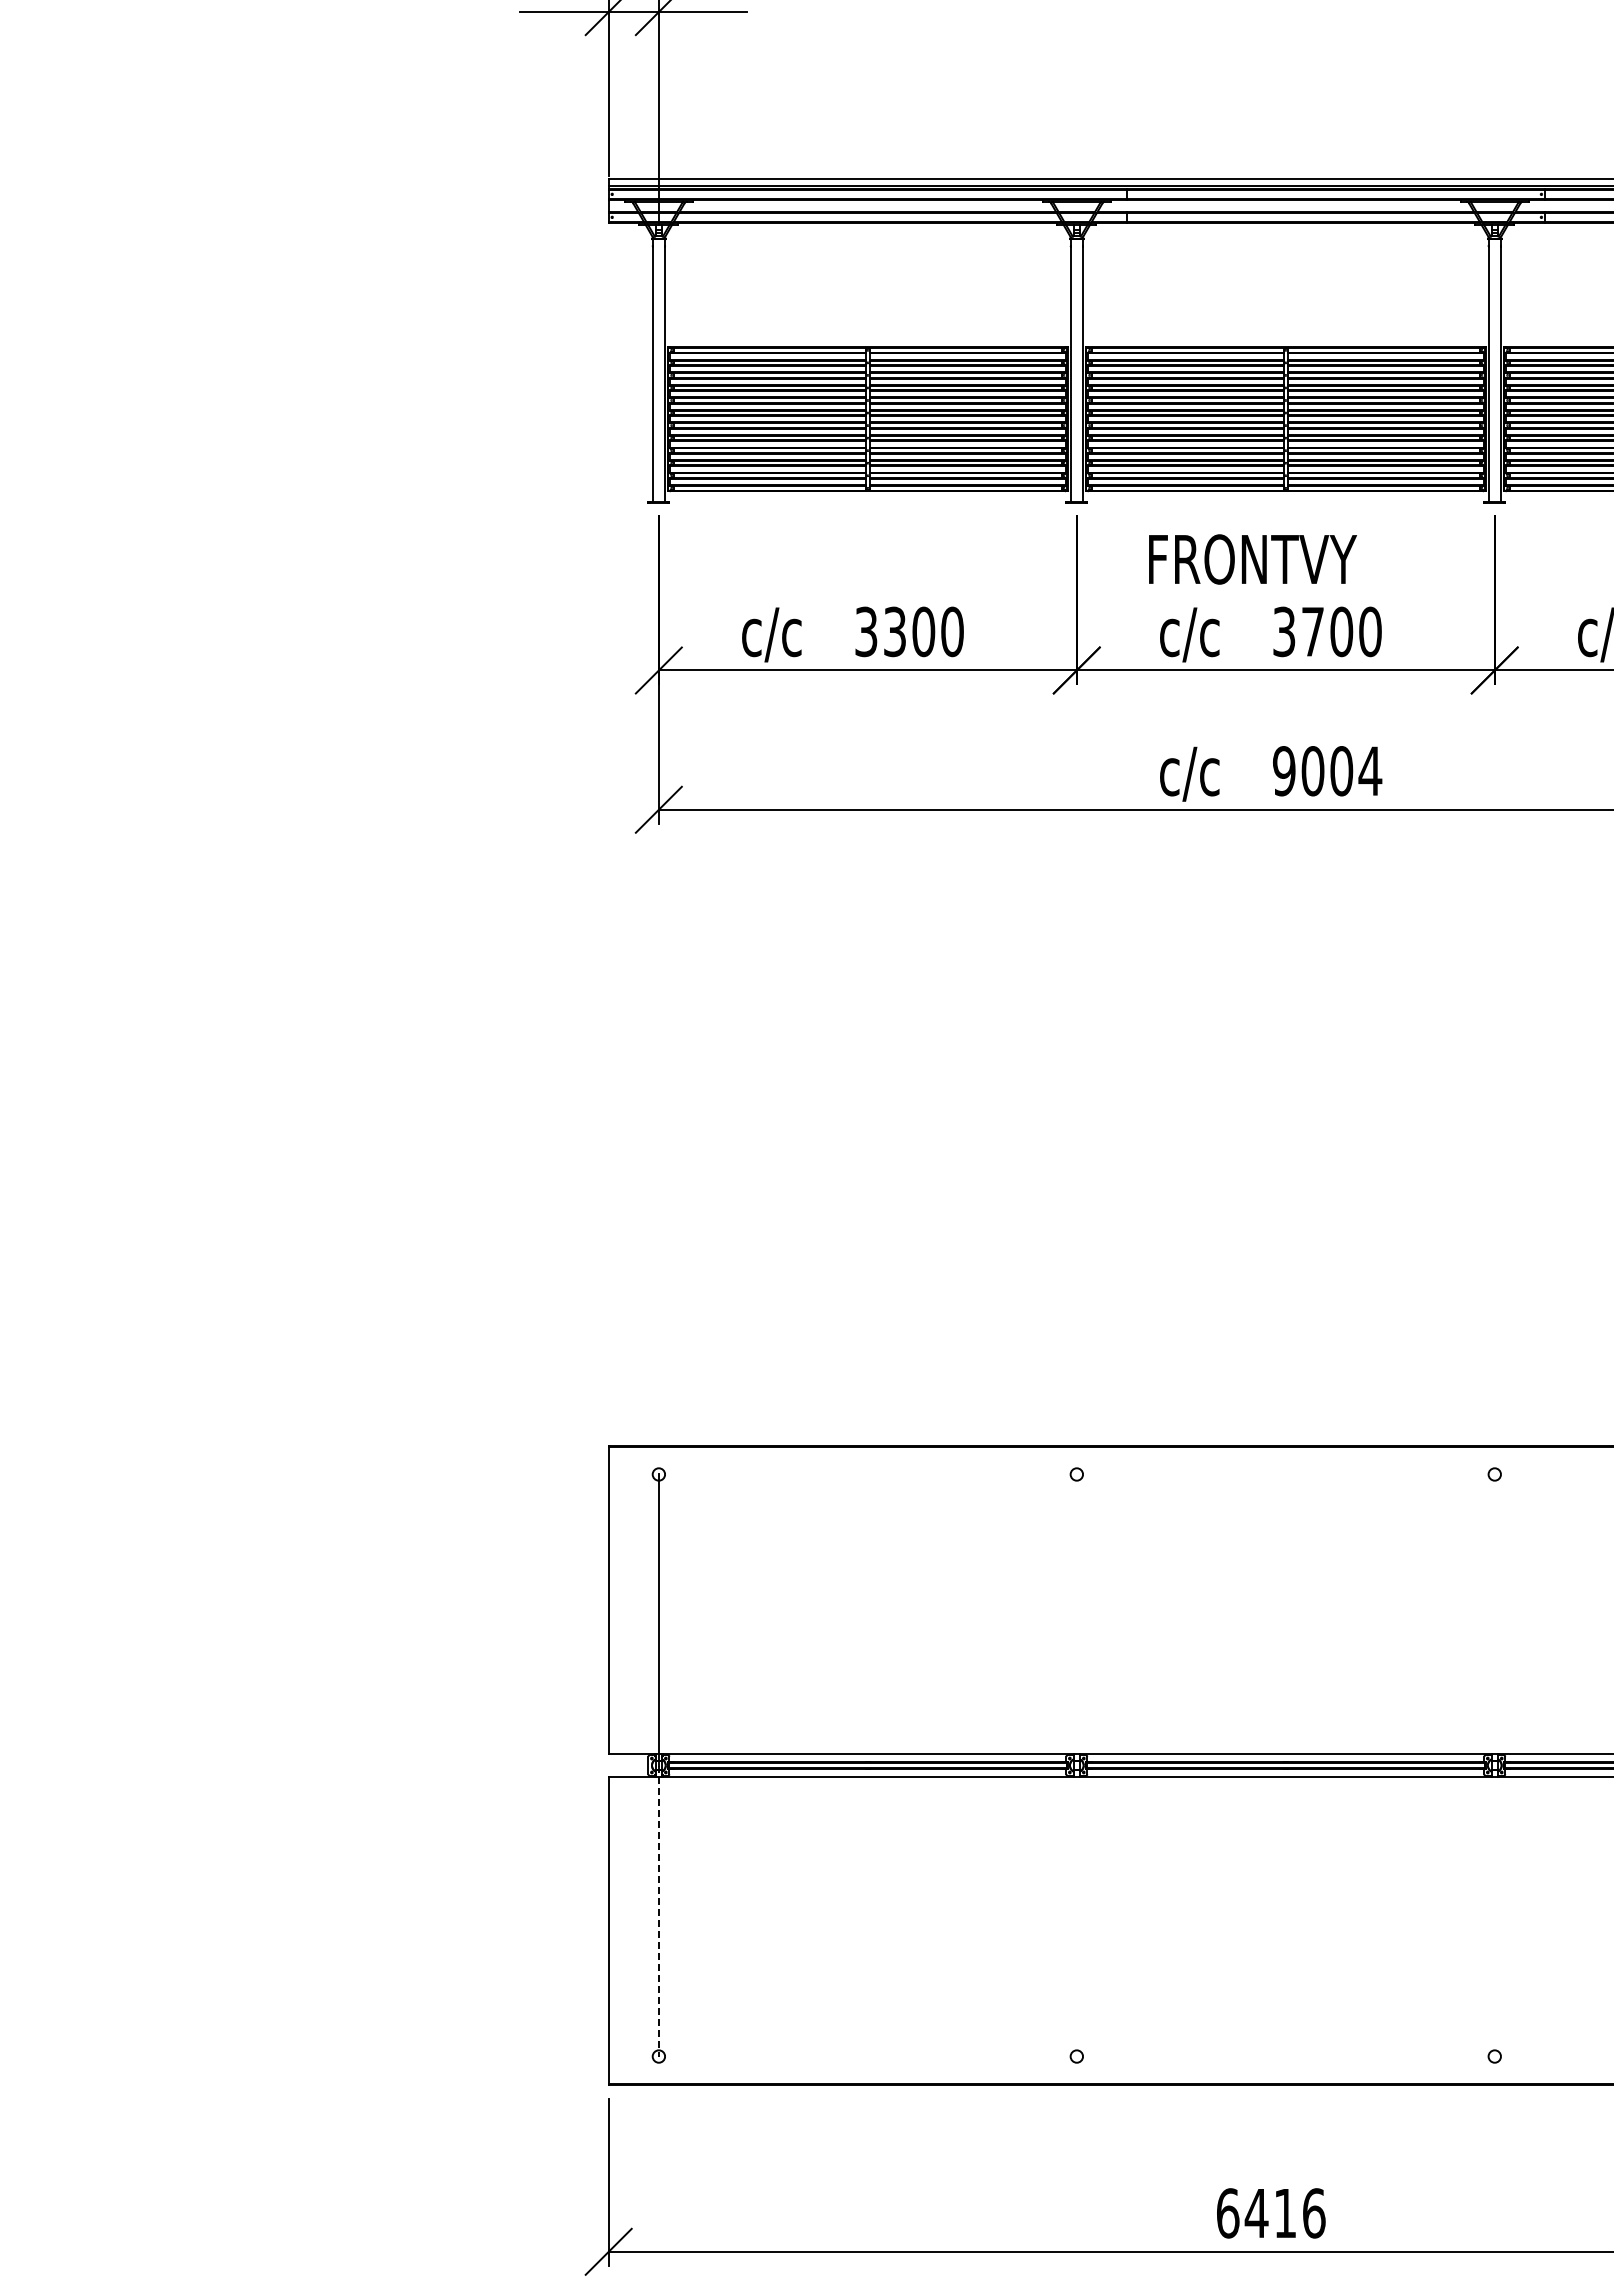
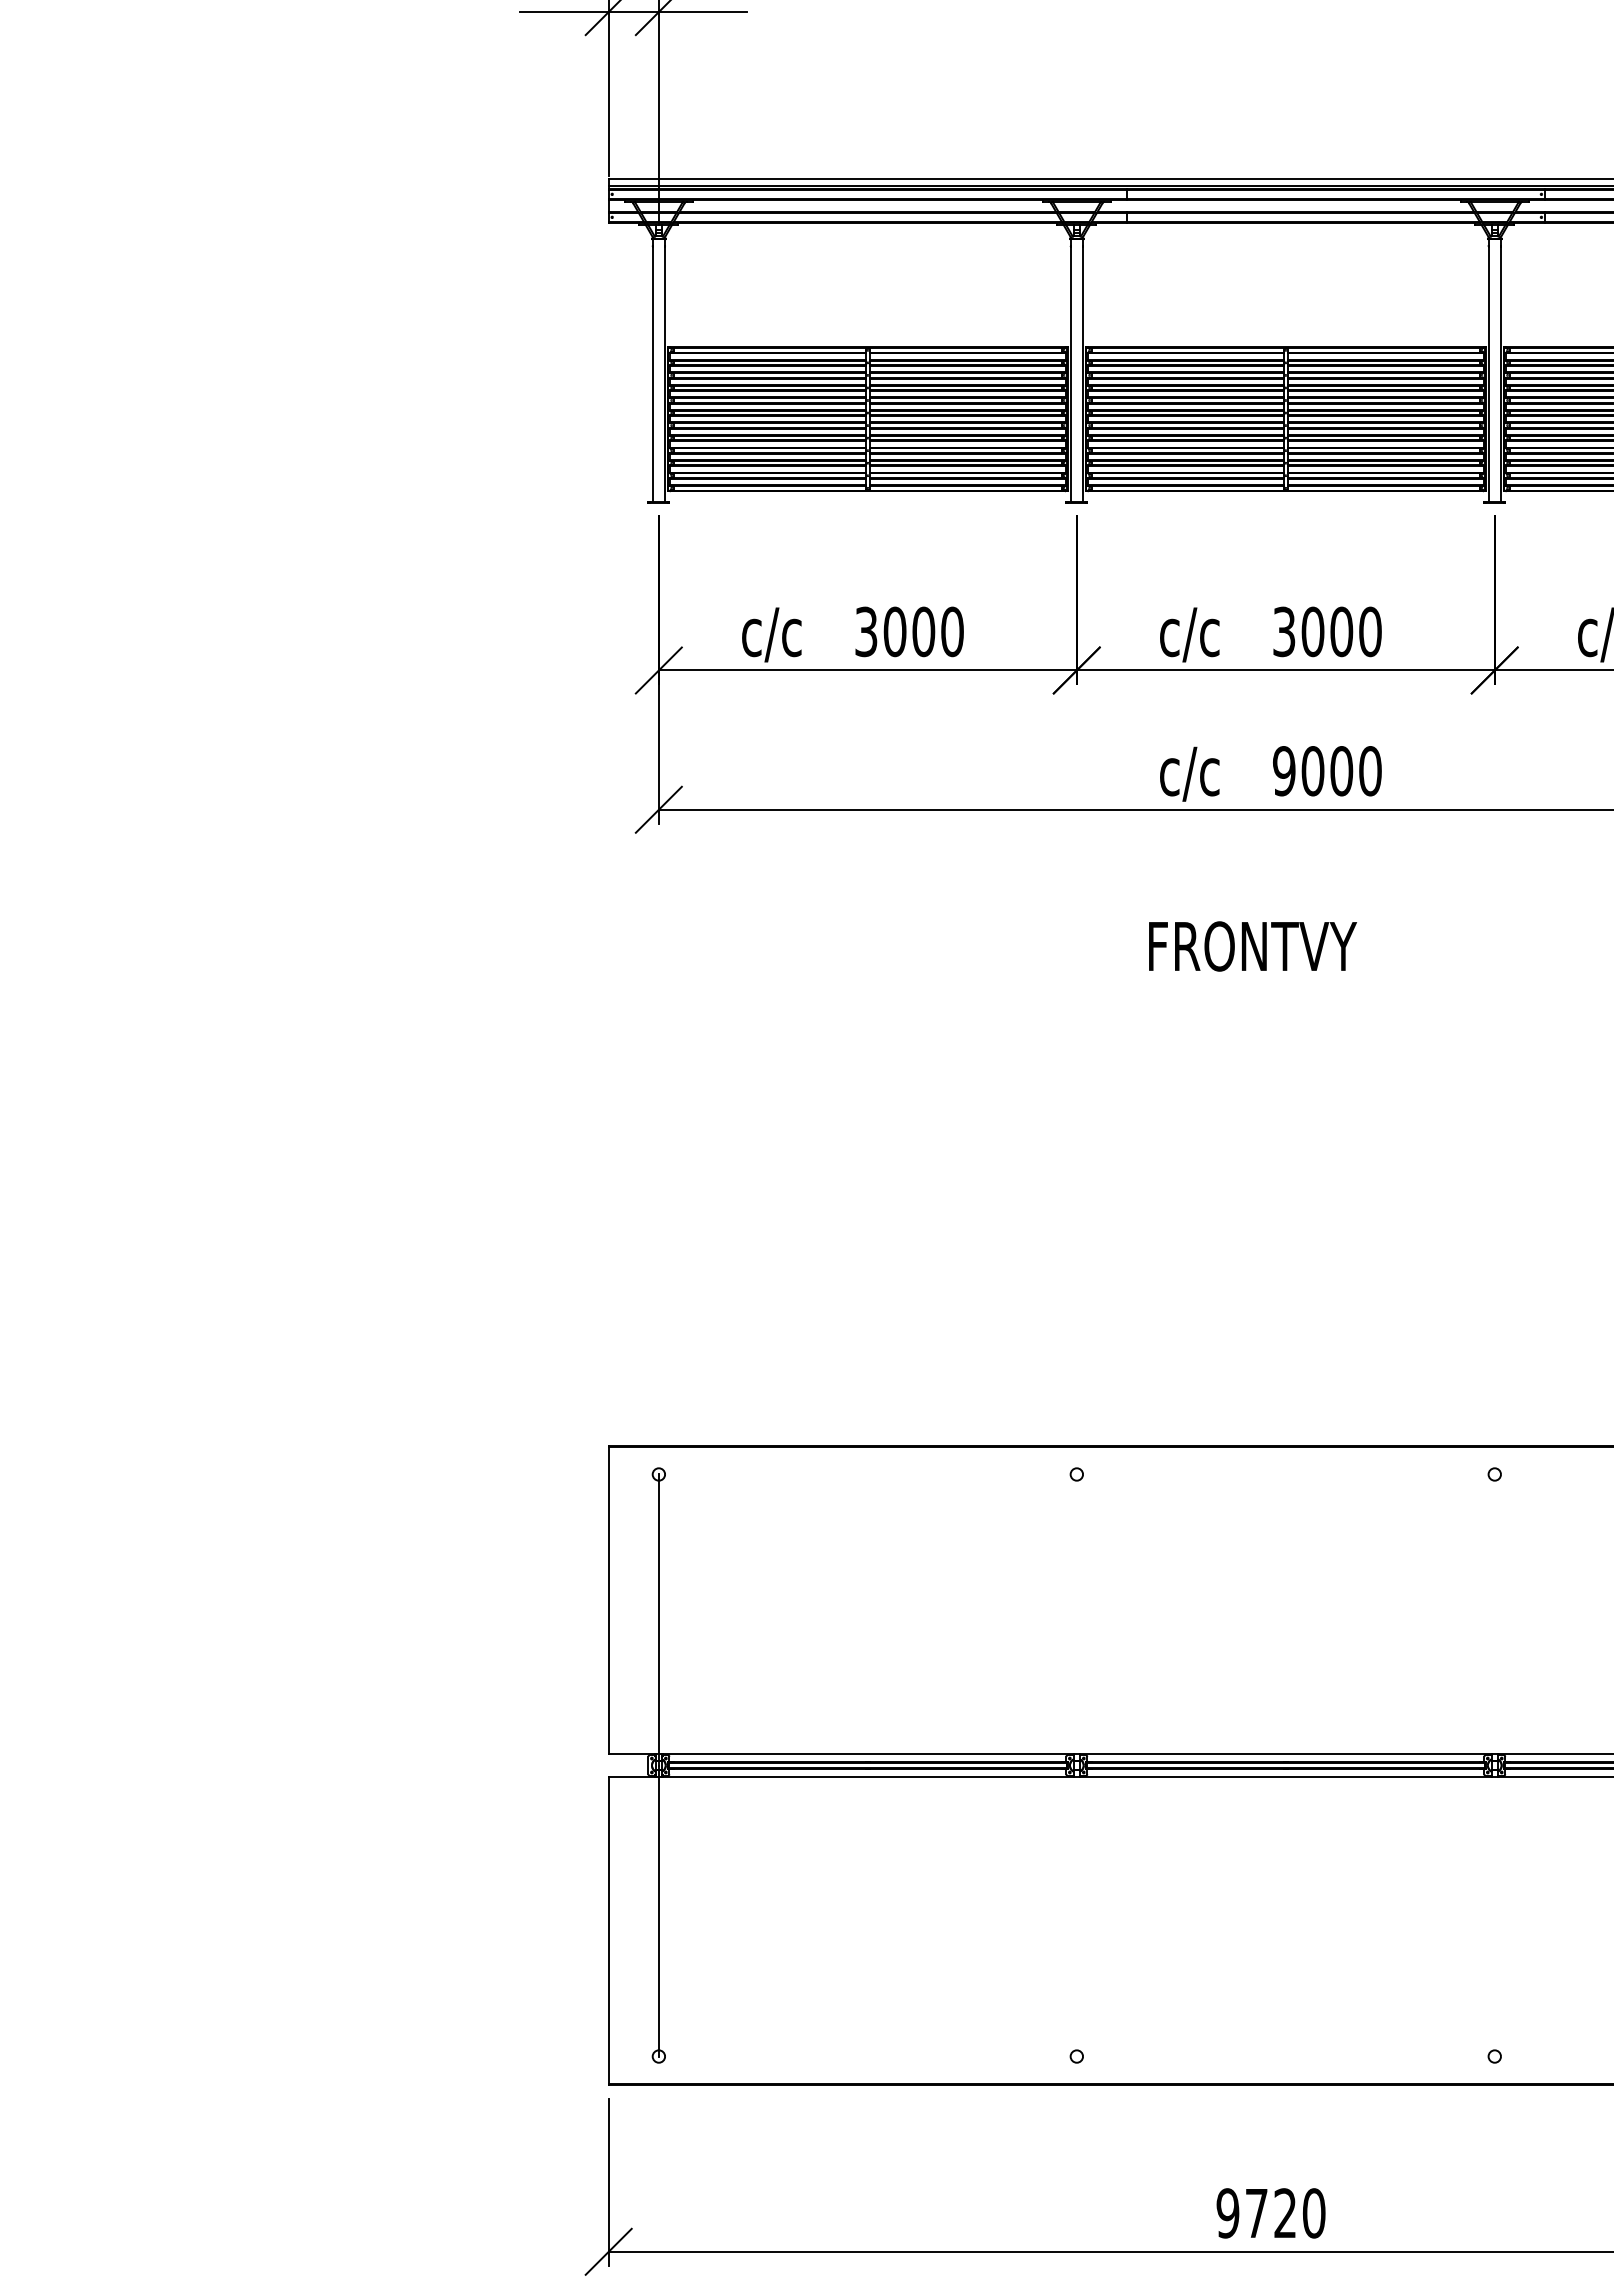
text at (1252, 559) position: (1252, 559) -> (1252, 946)
text at (894, 631): 3300 -> 3000
text at (1312, 631): 3700 -> 3000
text at (1370, 771): 9004 -> 9000
line at (658, 1911): dashed -> solid
text at (1270, 2213): 6416 -> 9720
